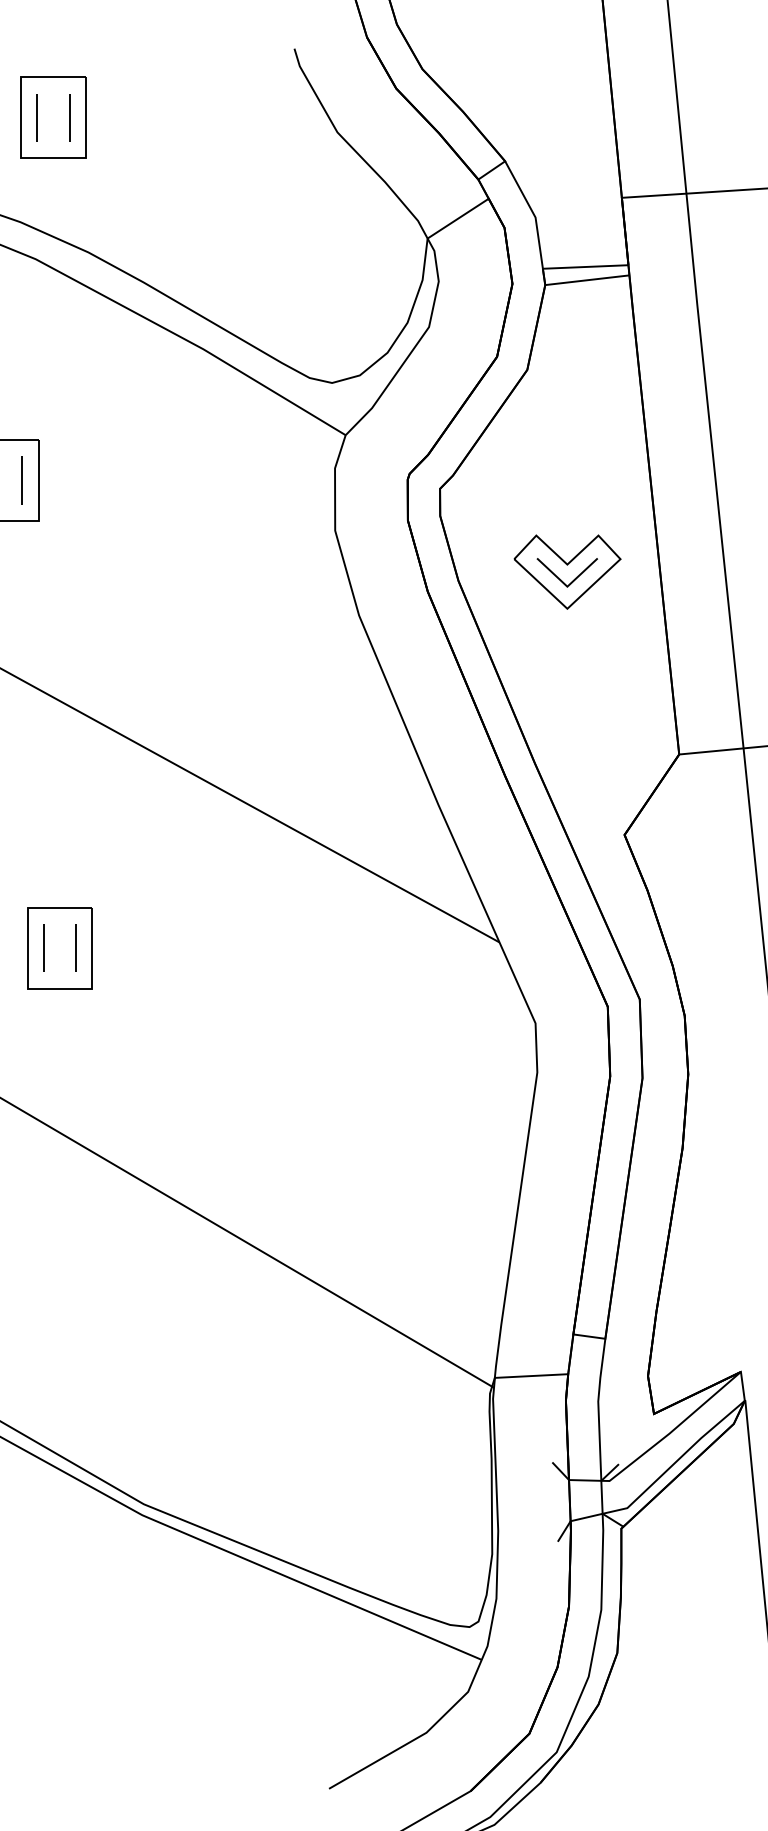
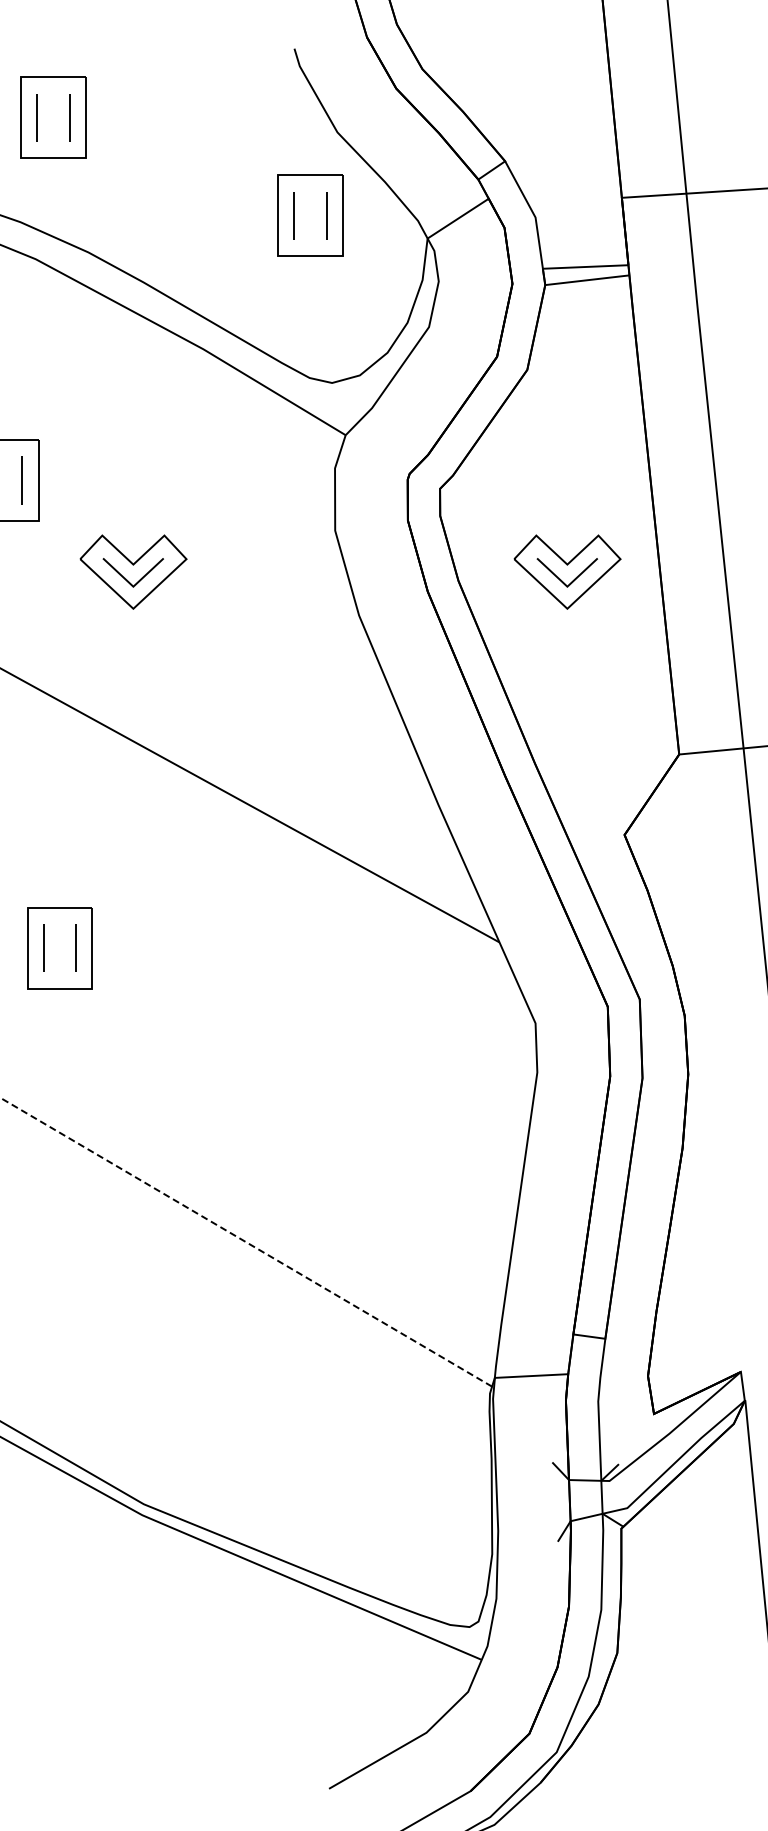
part at (310, 215): none -> present
part at (133, 571): none -> present
line at (248, 1243): solid -> dashed
